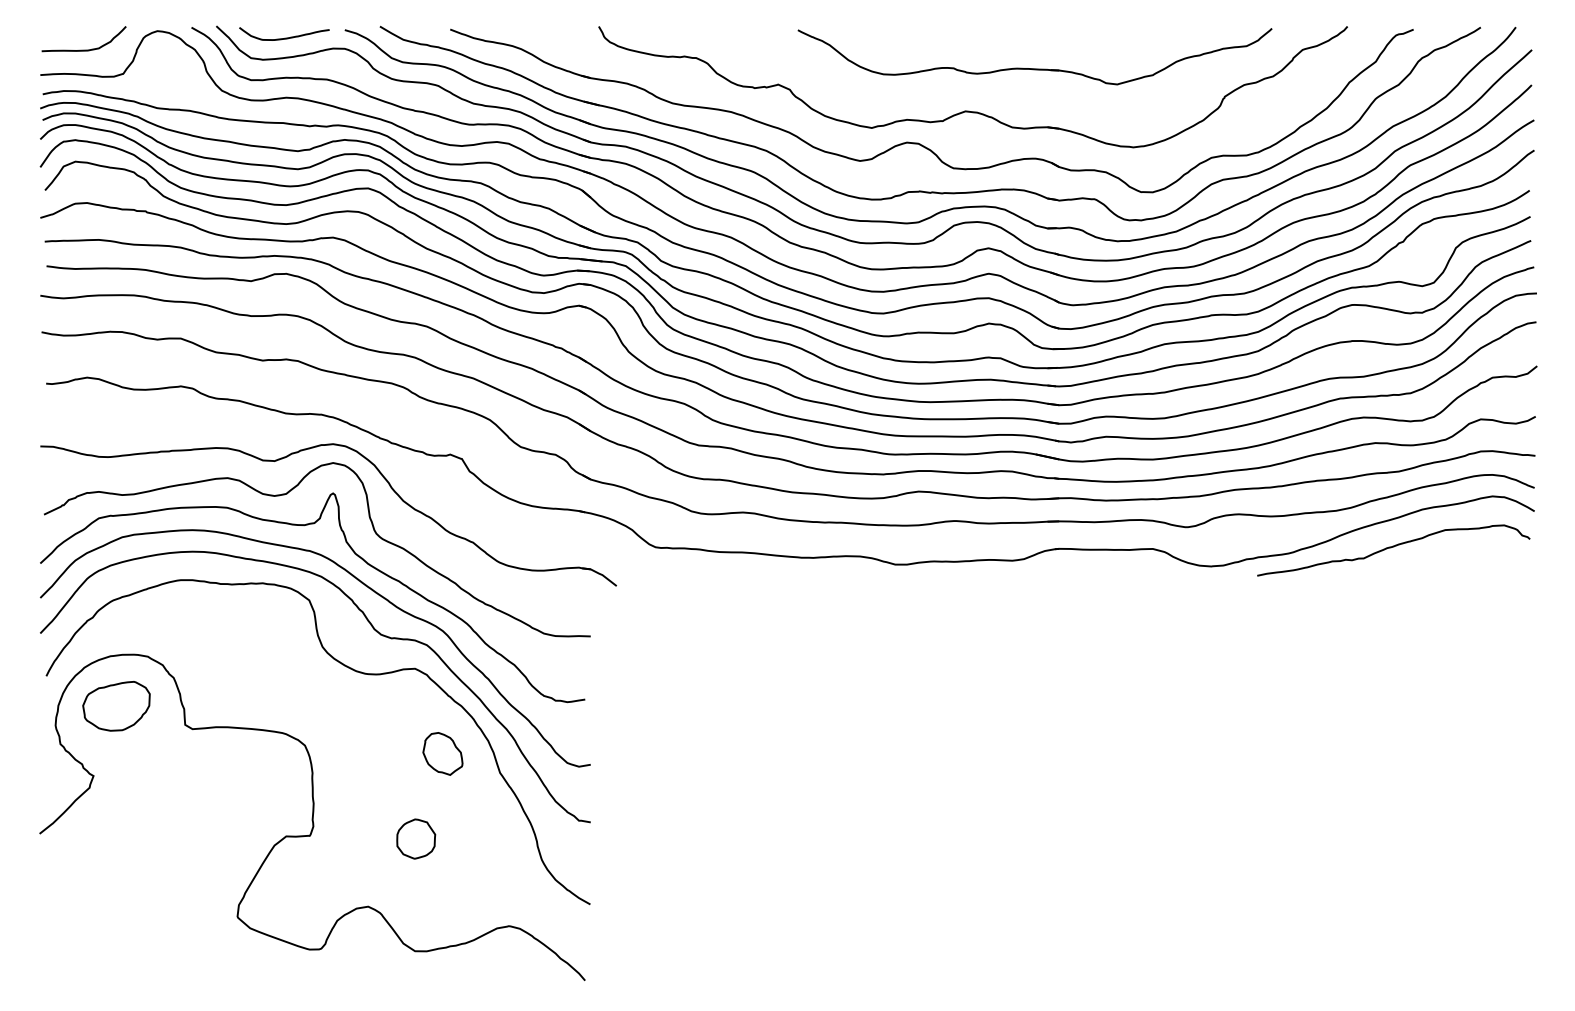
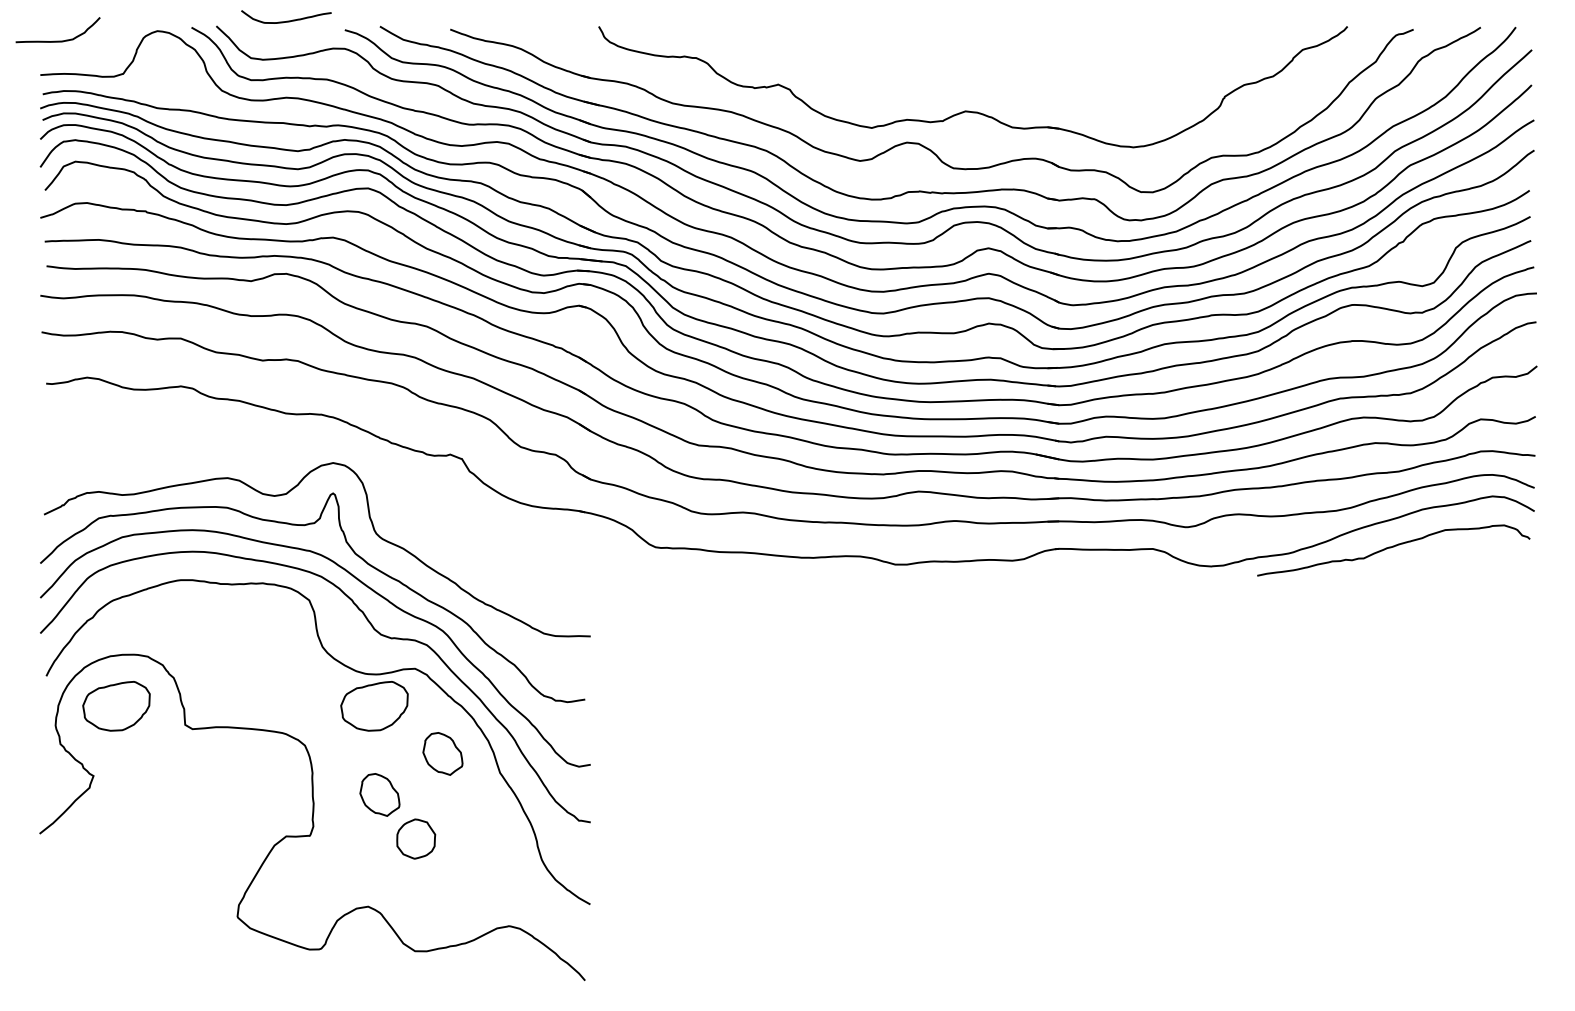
curve at (284, 37) position: (284, 37) -> (286, 20)
curve at (83, 49) position: (83, 49) -> (57, 40)
part at (1034, 68): present -> none
part at (378, 472): present -> none
part at (374, 706): none -> present
part at (379, 794): none -> present
